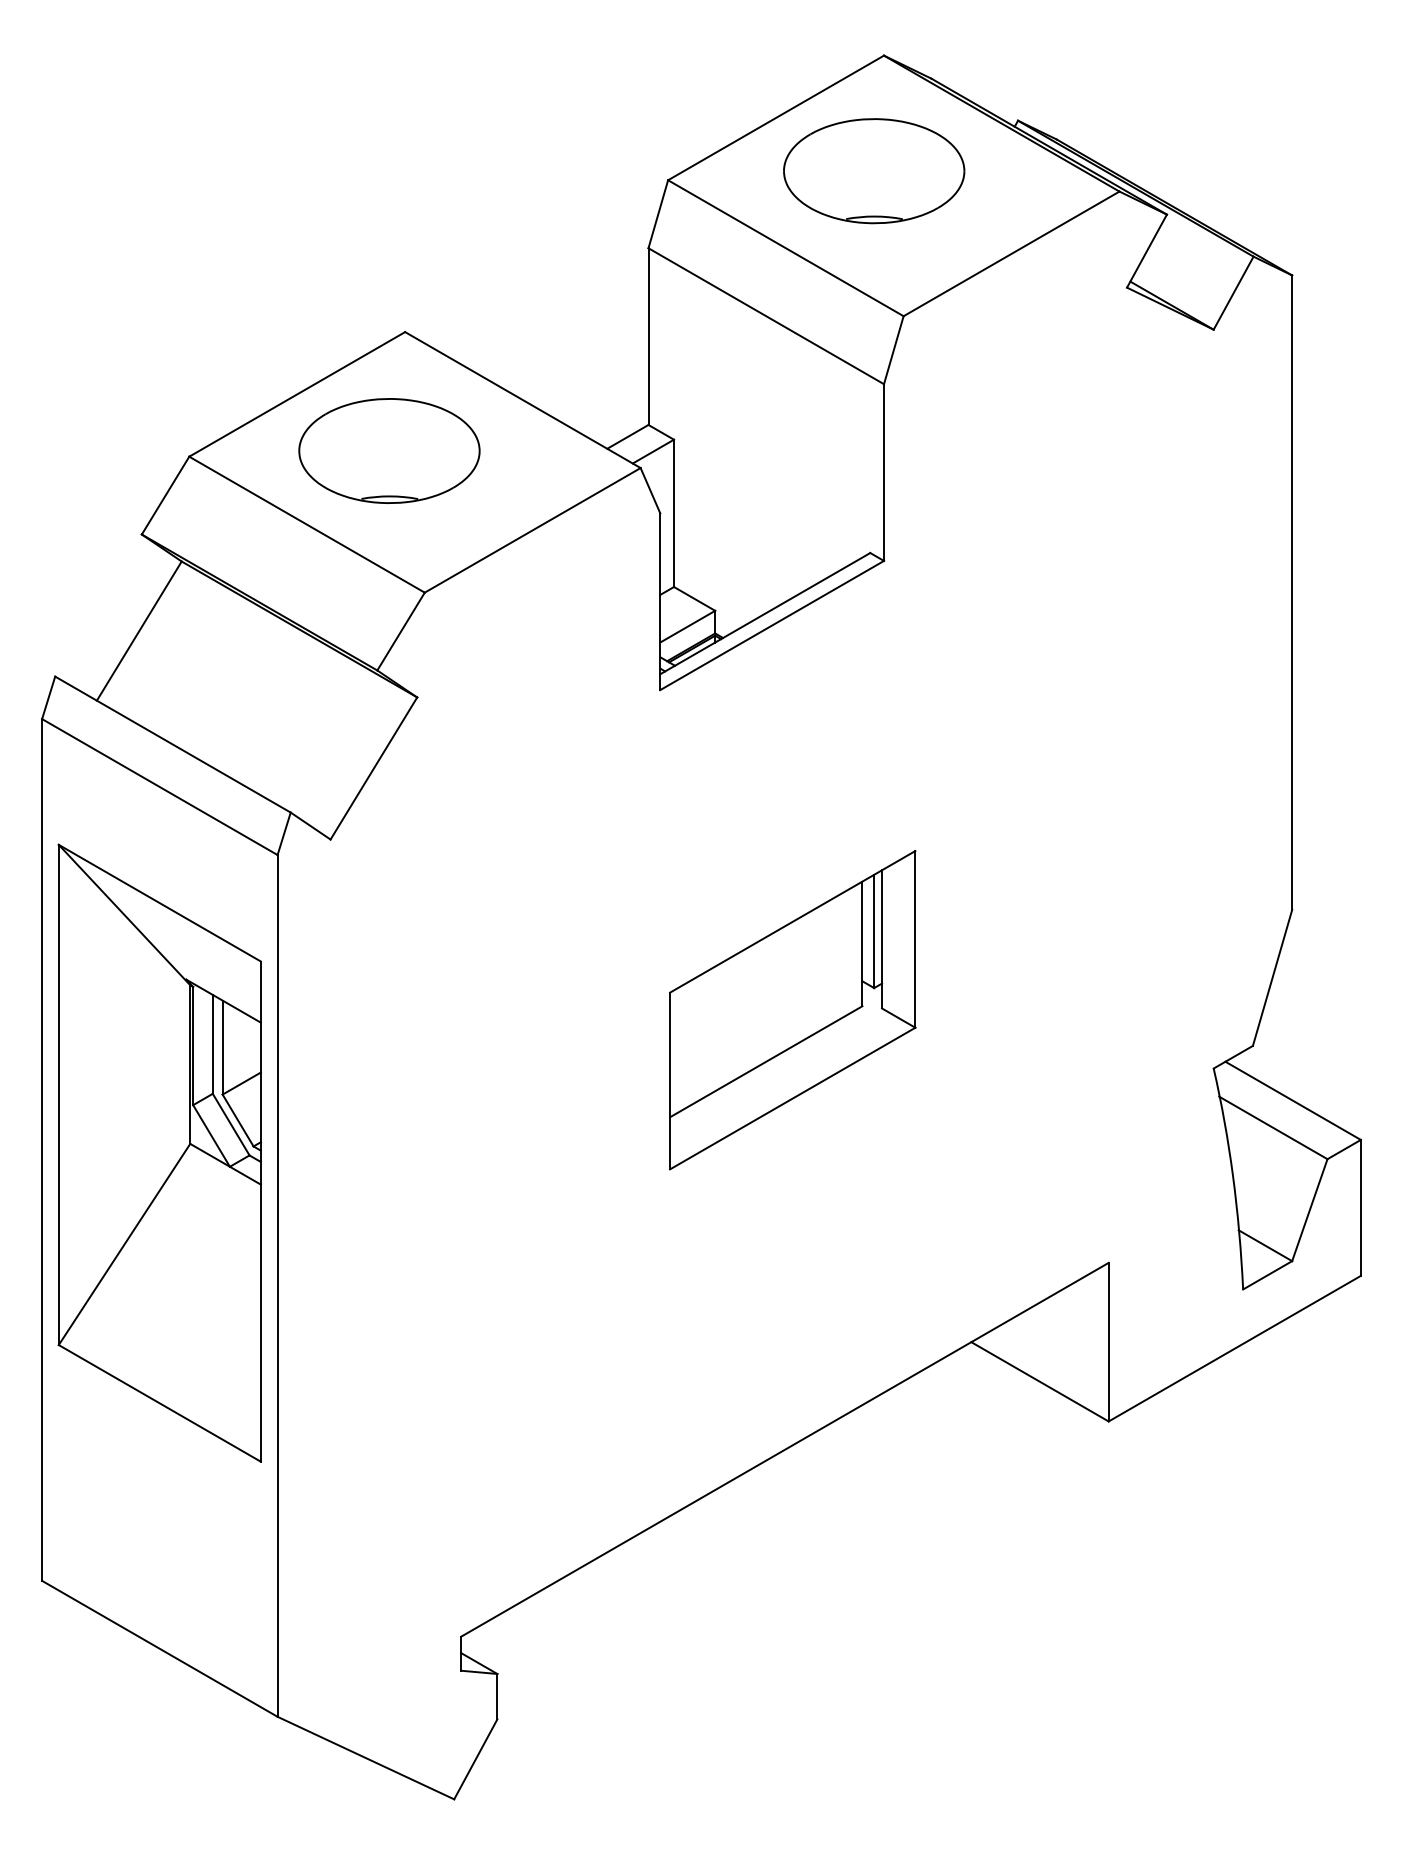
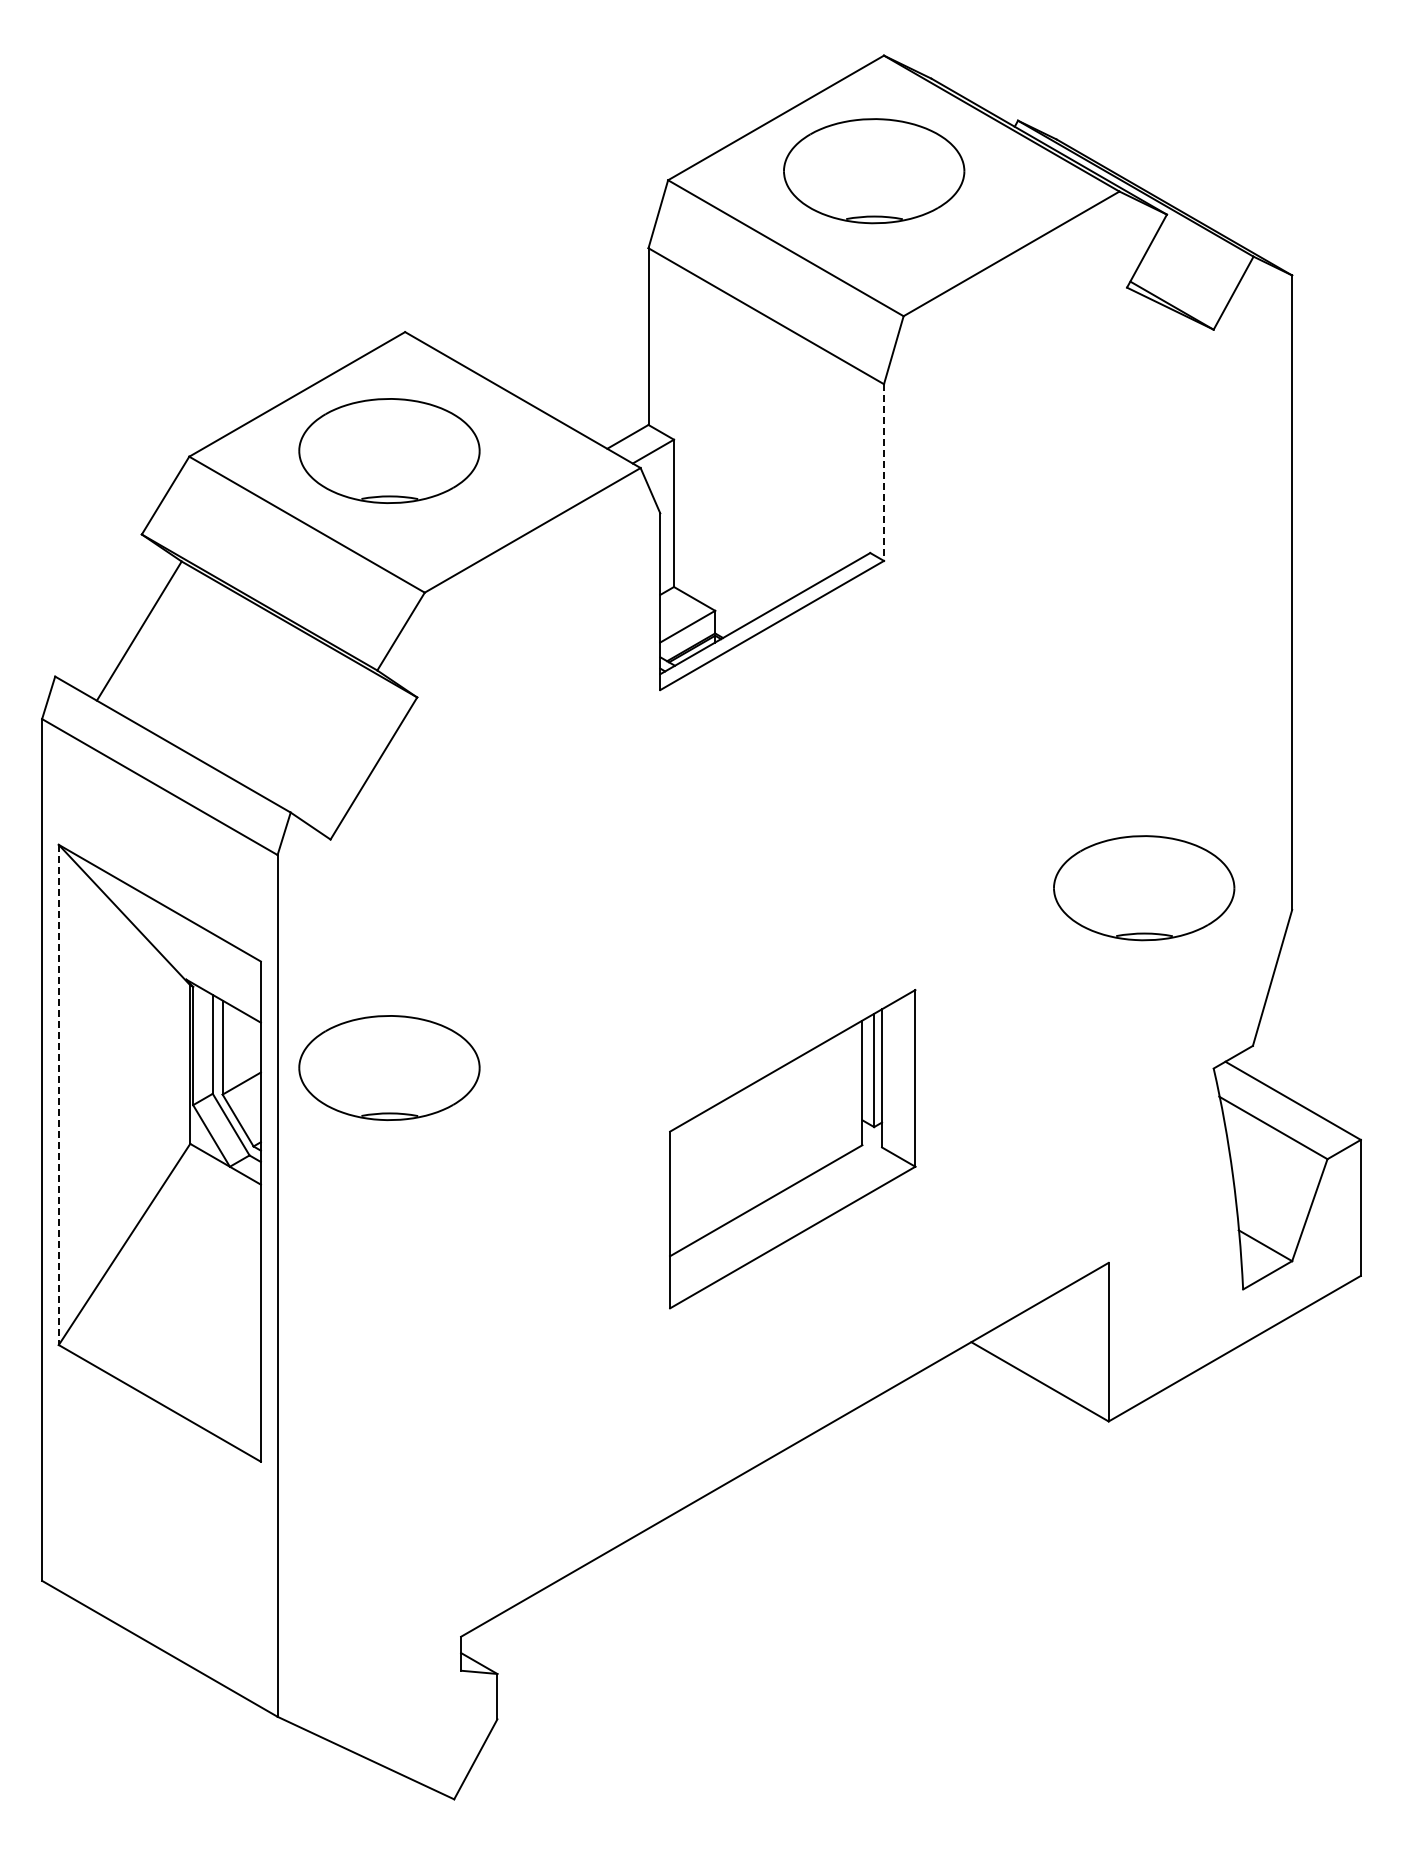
line at (884, 473): solid -> dashed
part at (1144, 888): none -> present
part at (792, 1010) position: (792, 1010) -> (792, 1149)
part at (389, 1067): none -> present
line at (58, 1095): solid -> dashed
